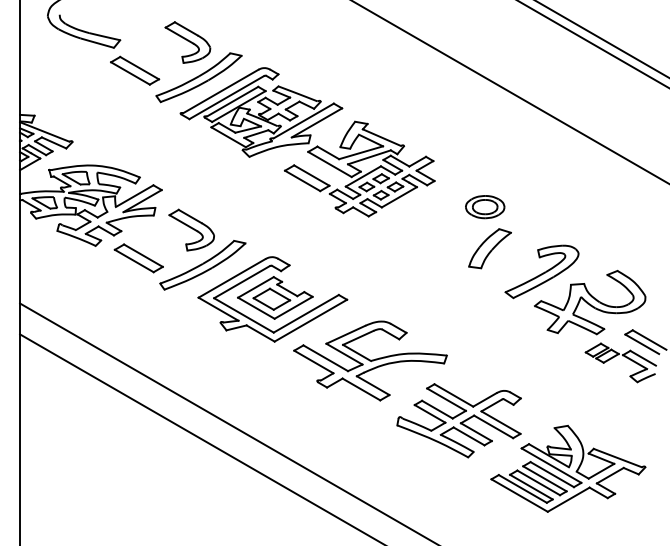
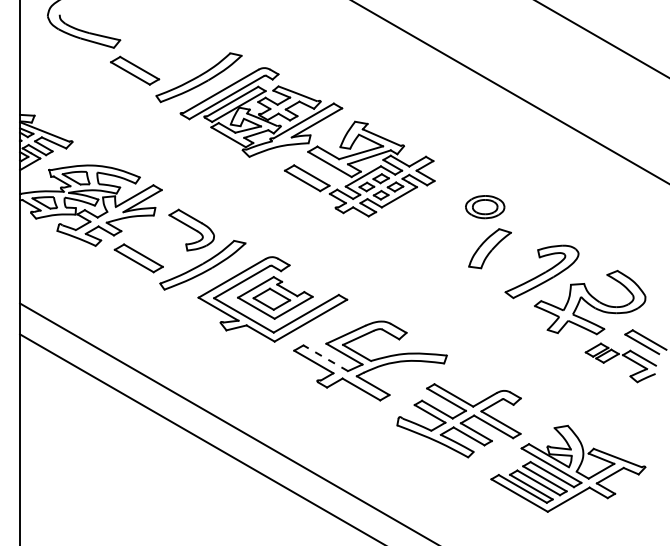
part at (187, 42): present -> none
line at (592, 44): present -> none
line at (325, 358): solid -> dashed
